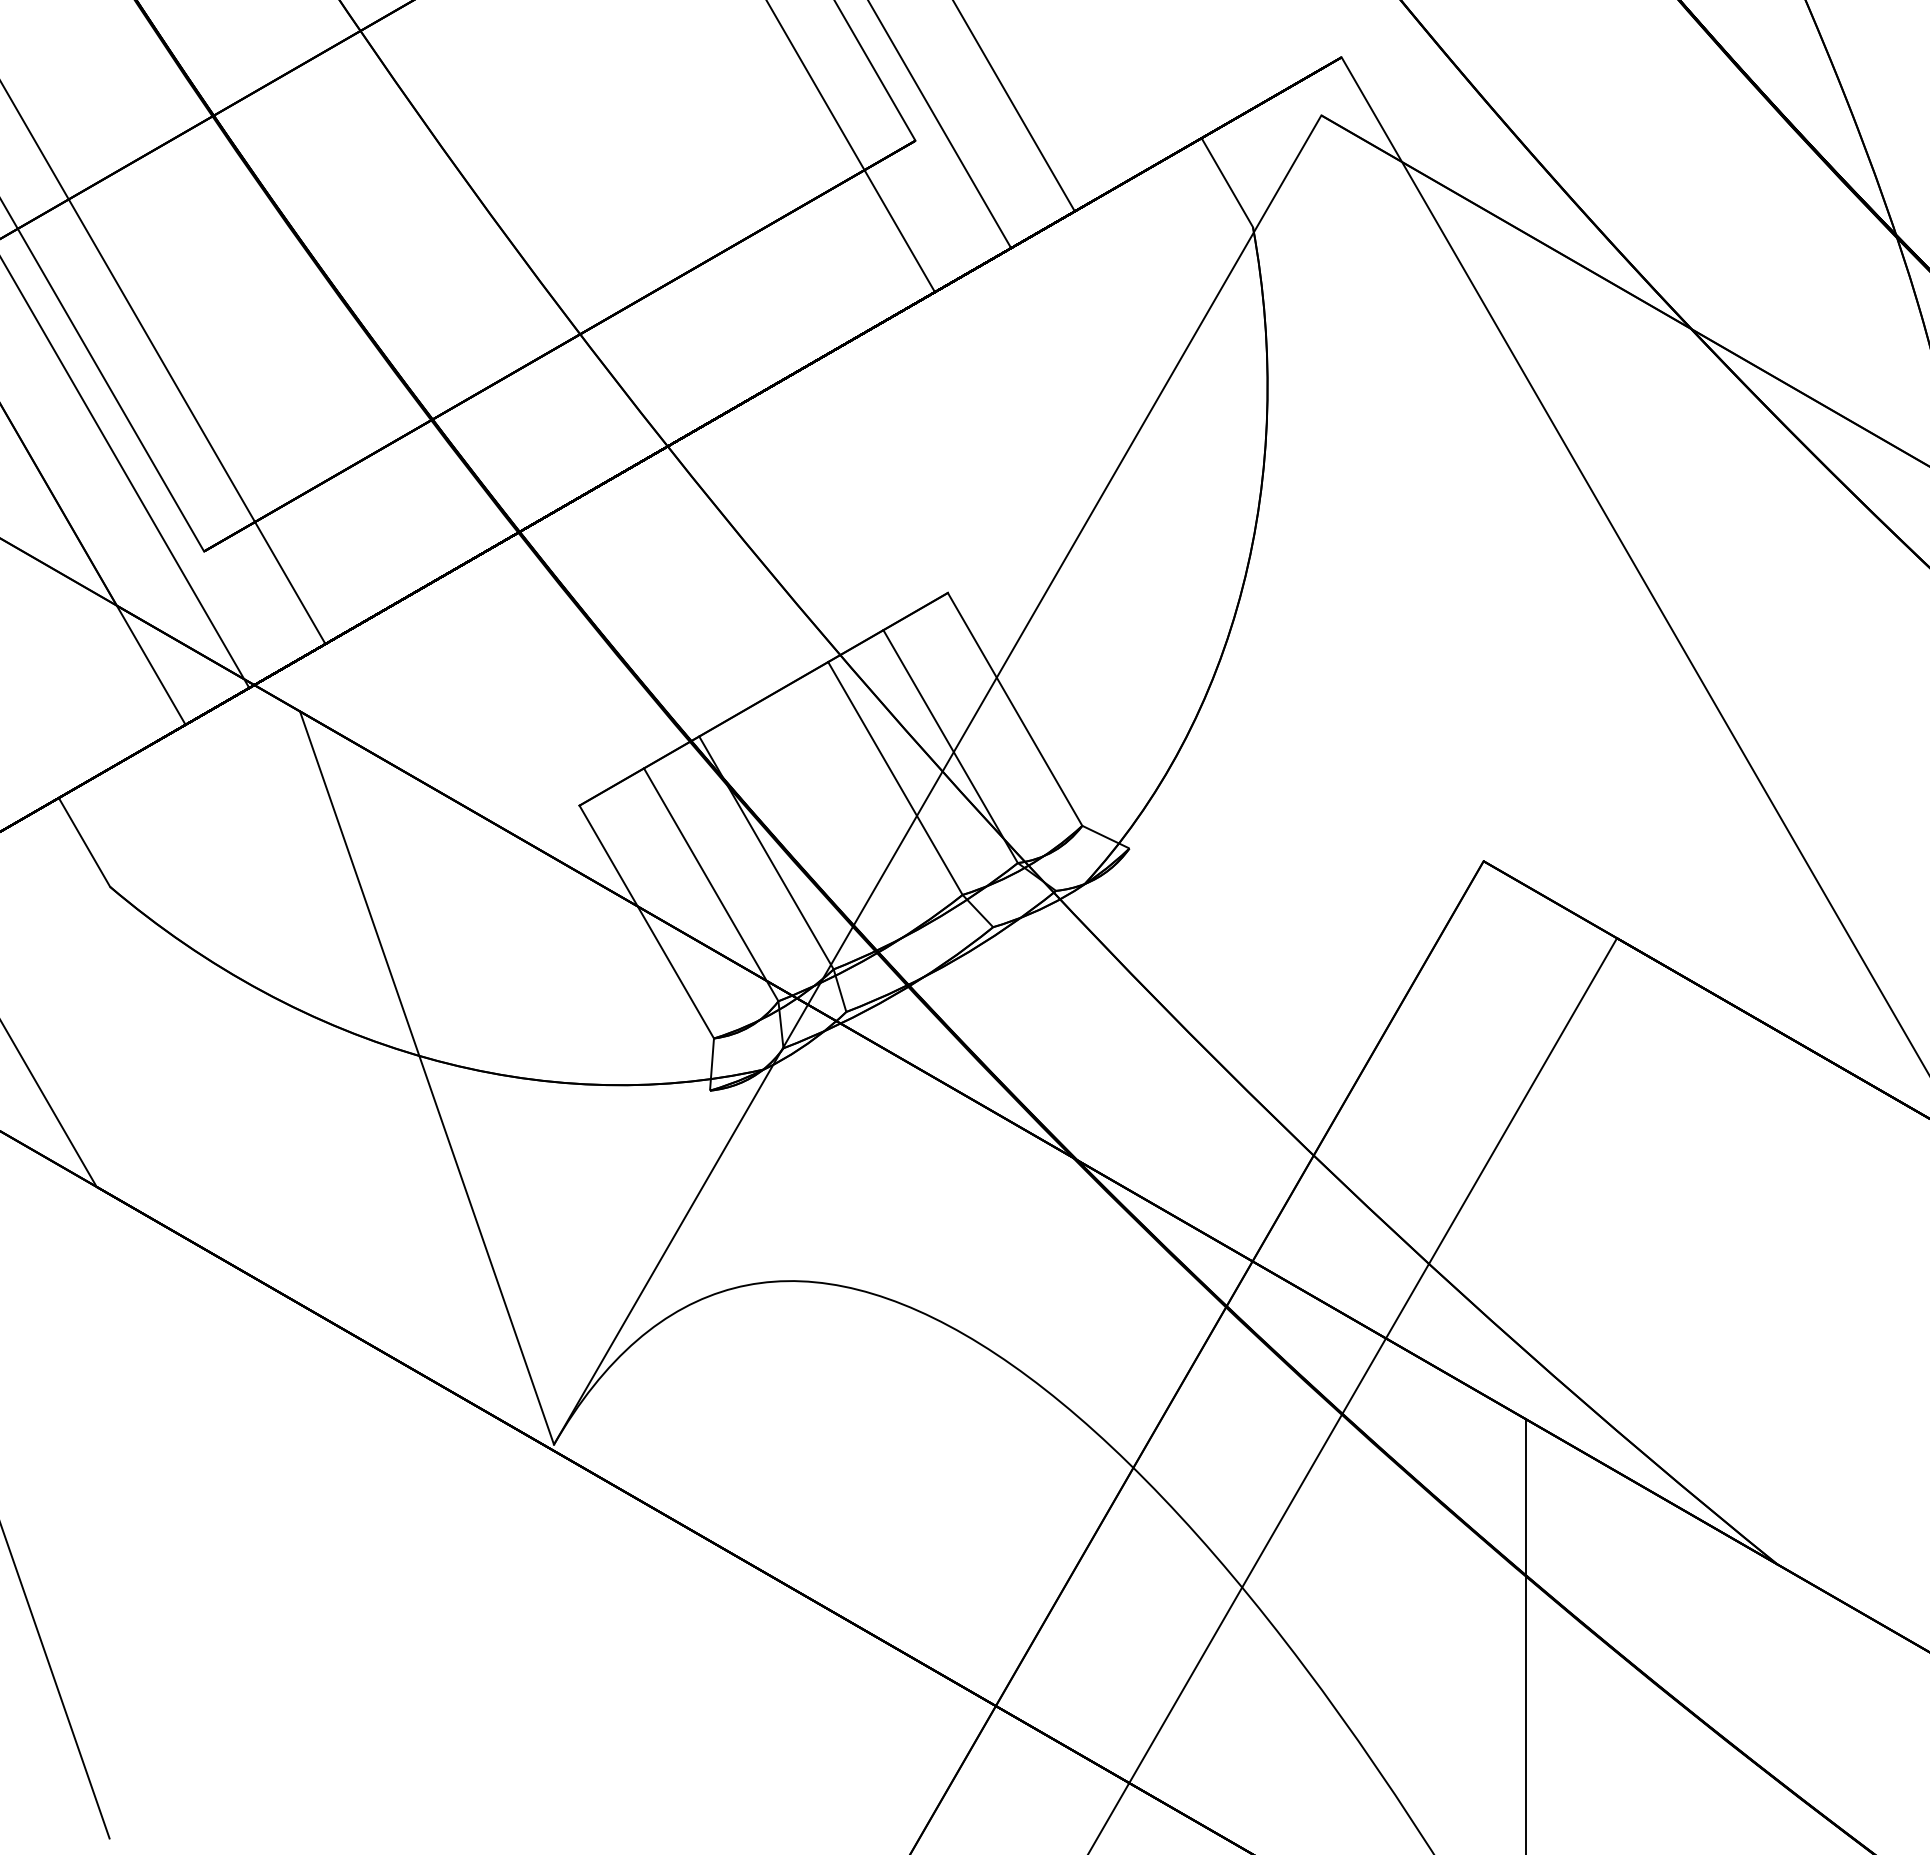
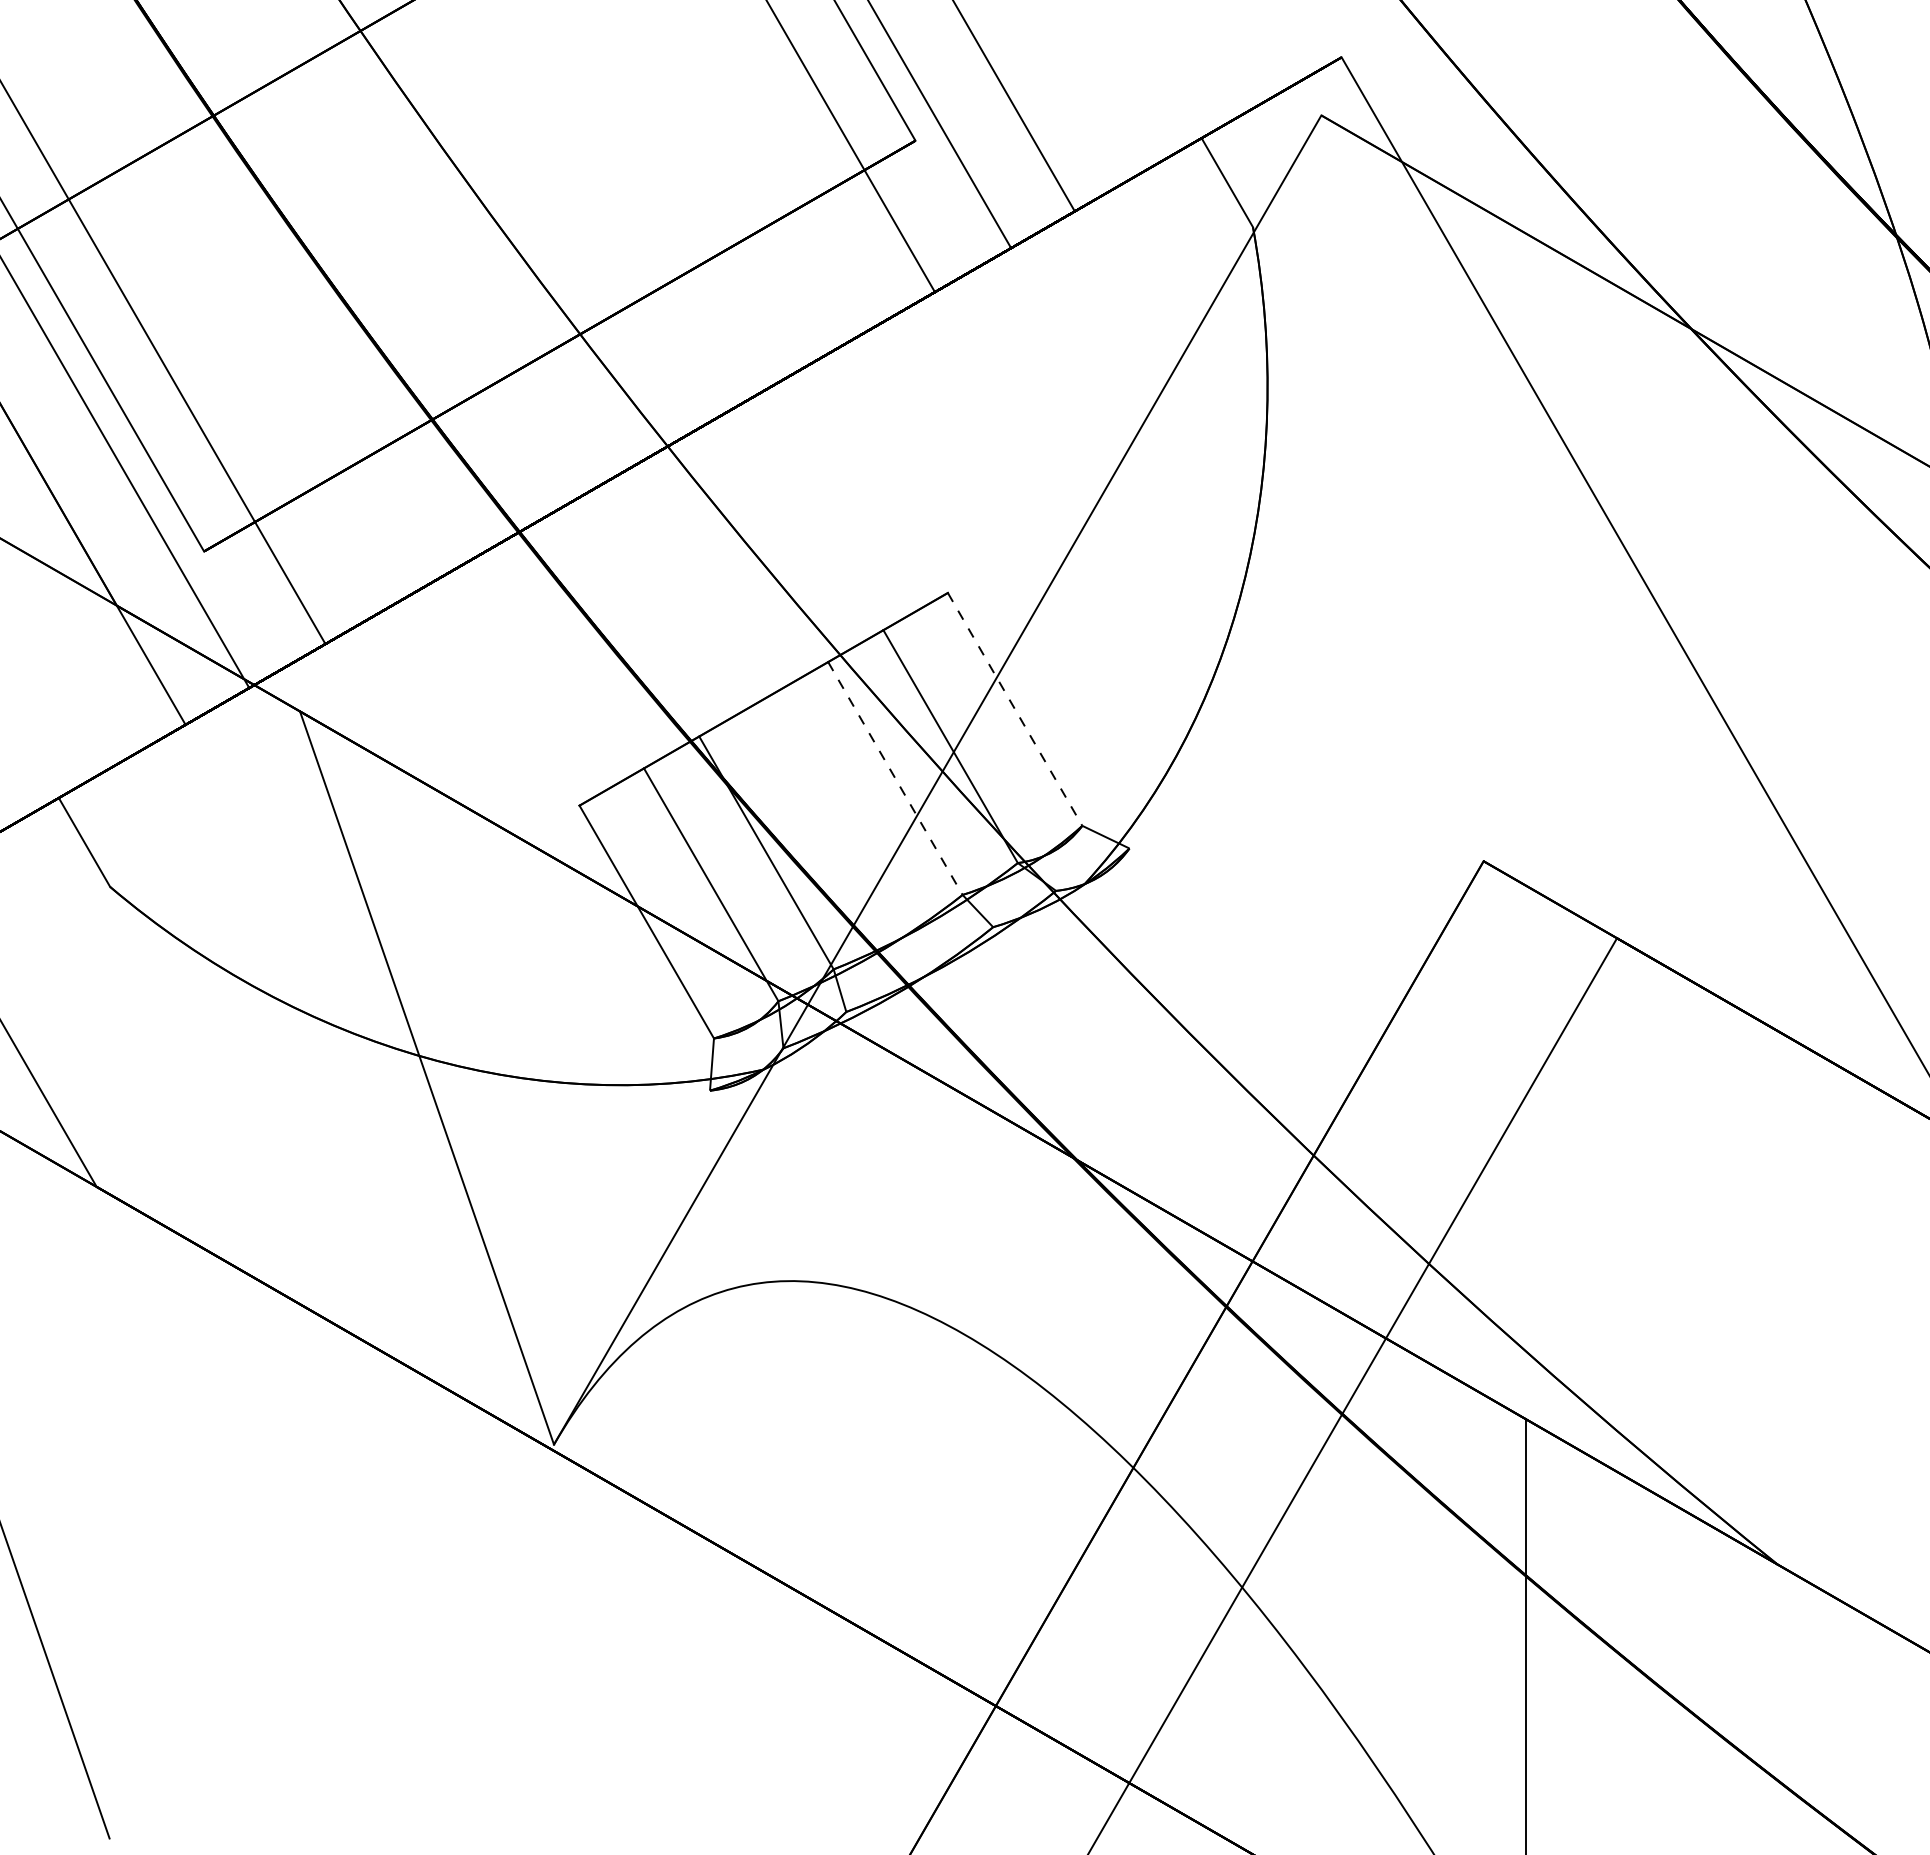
line at (1015, 709): solid -> dashed
line at (895, 778): solid -> dashed
